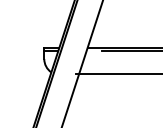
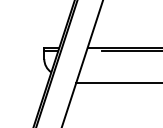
line at (117, 73) position: (117, 73) -> (117, 82)
